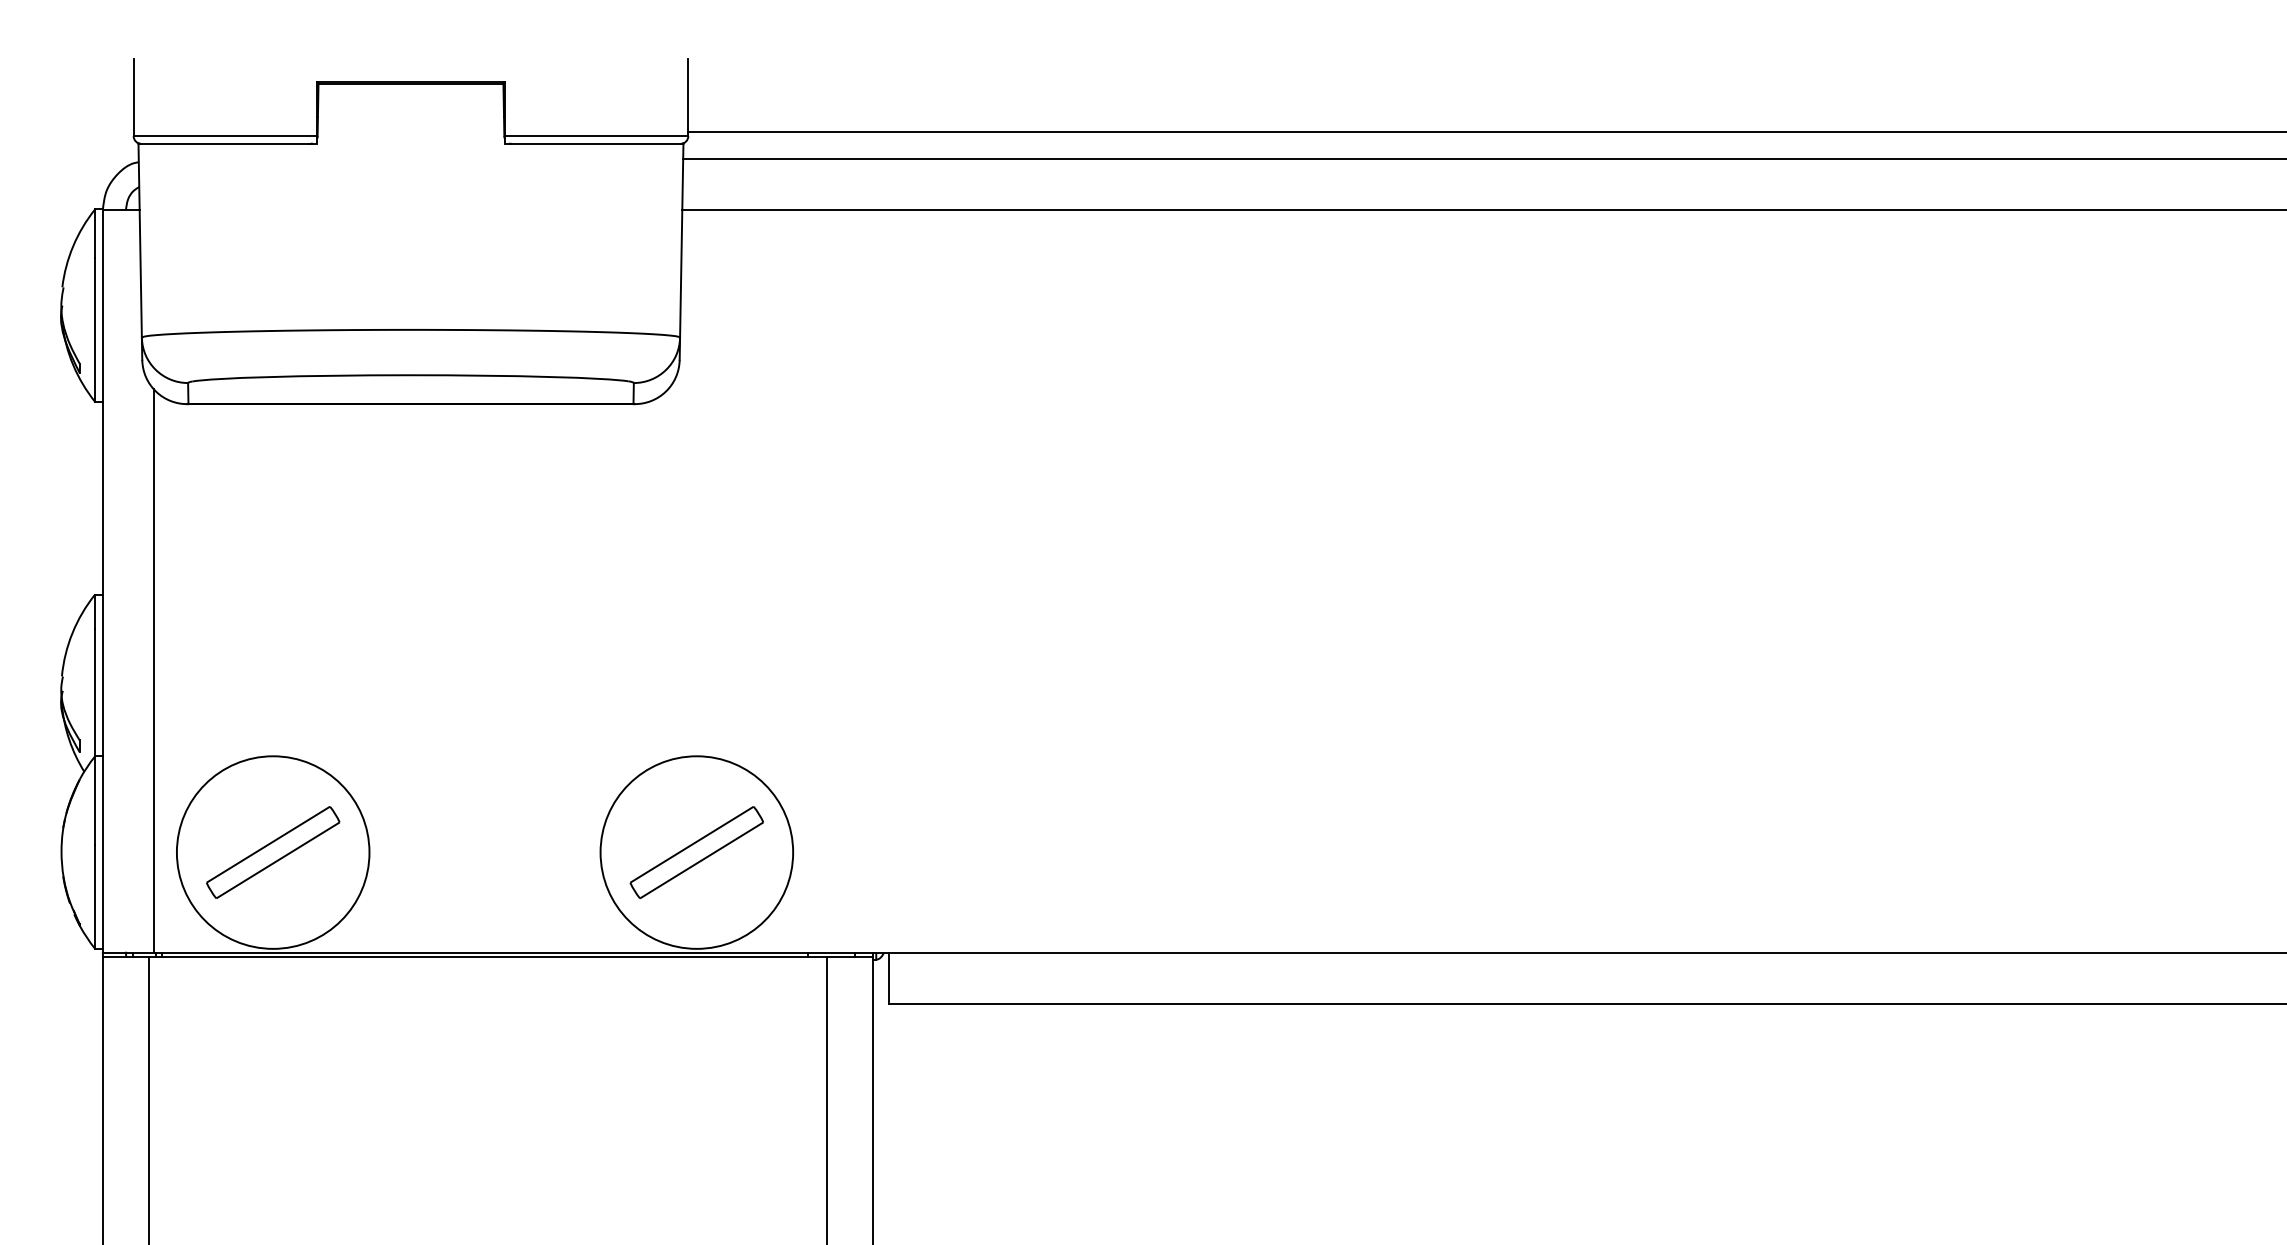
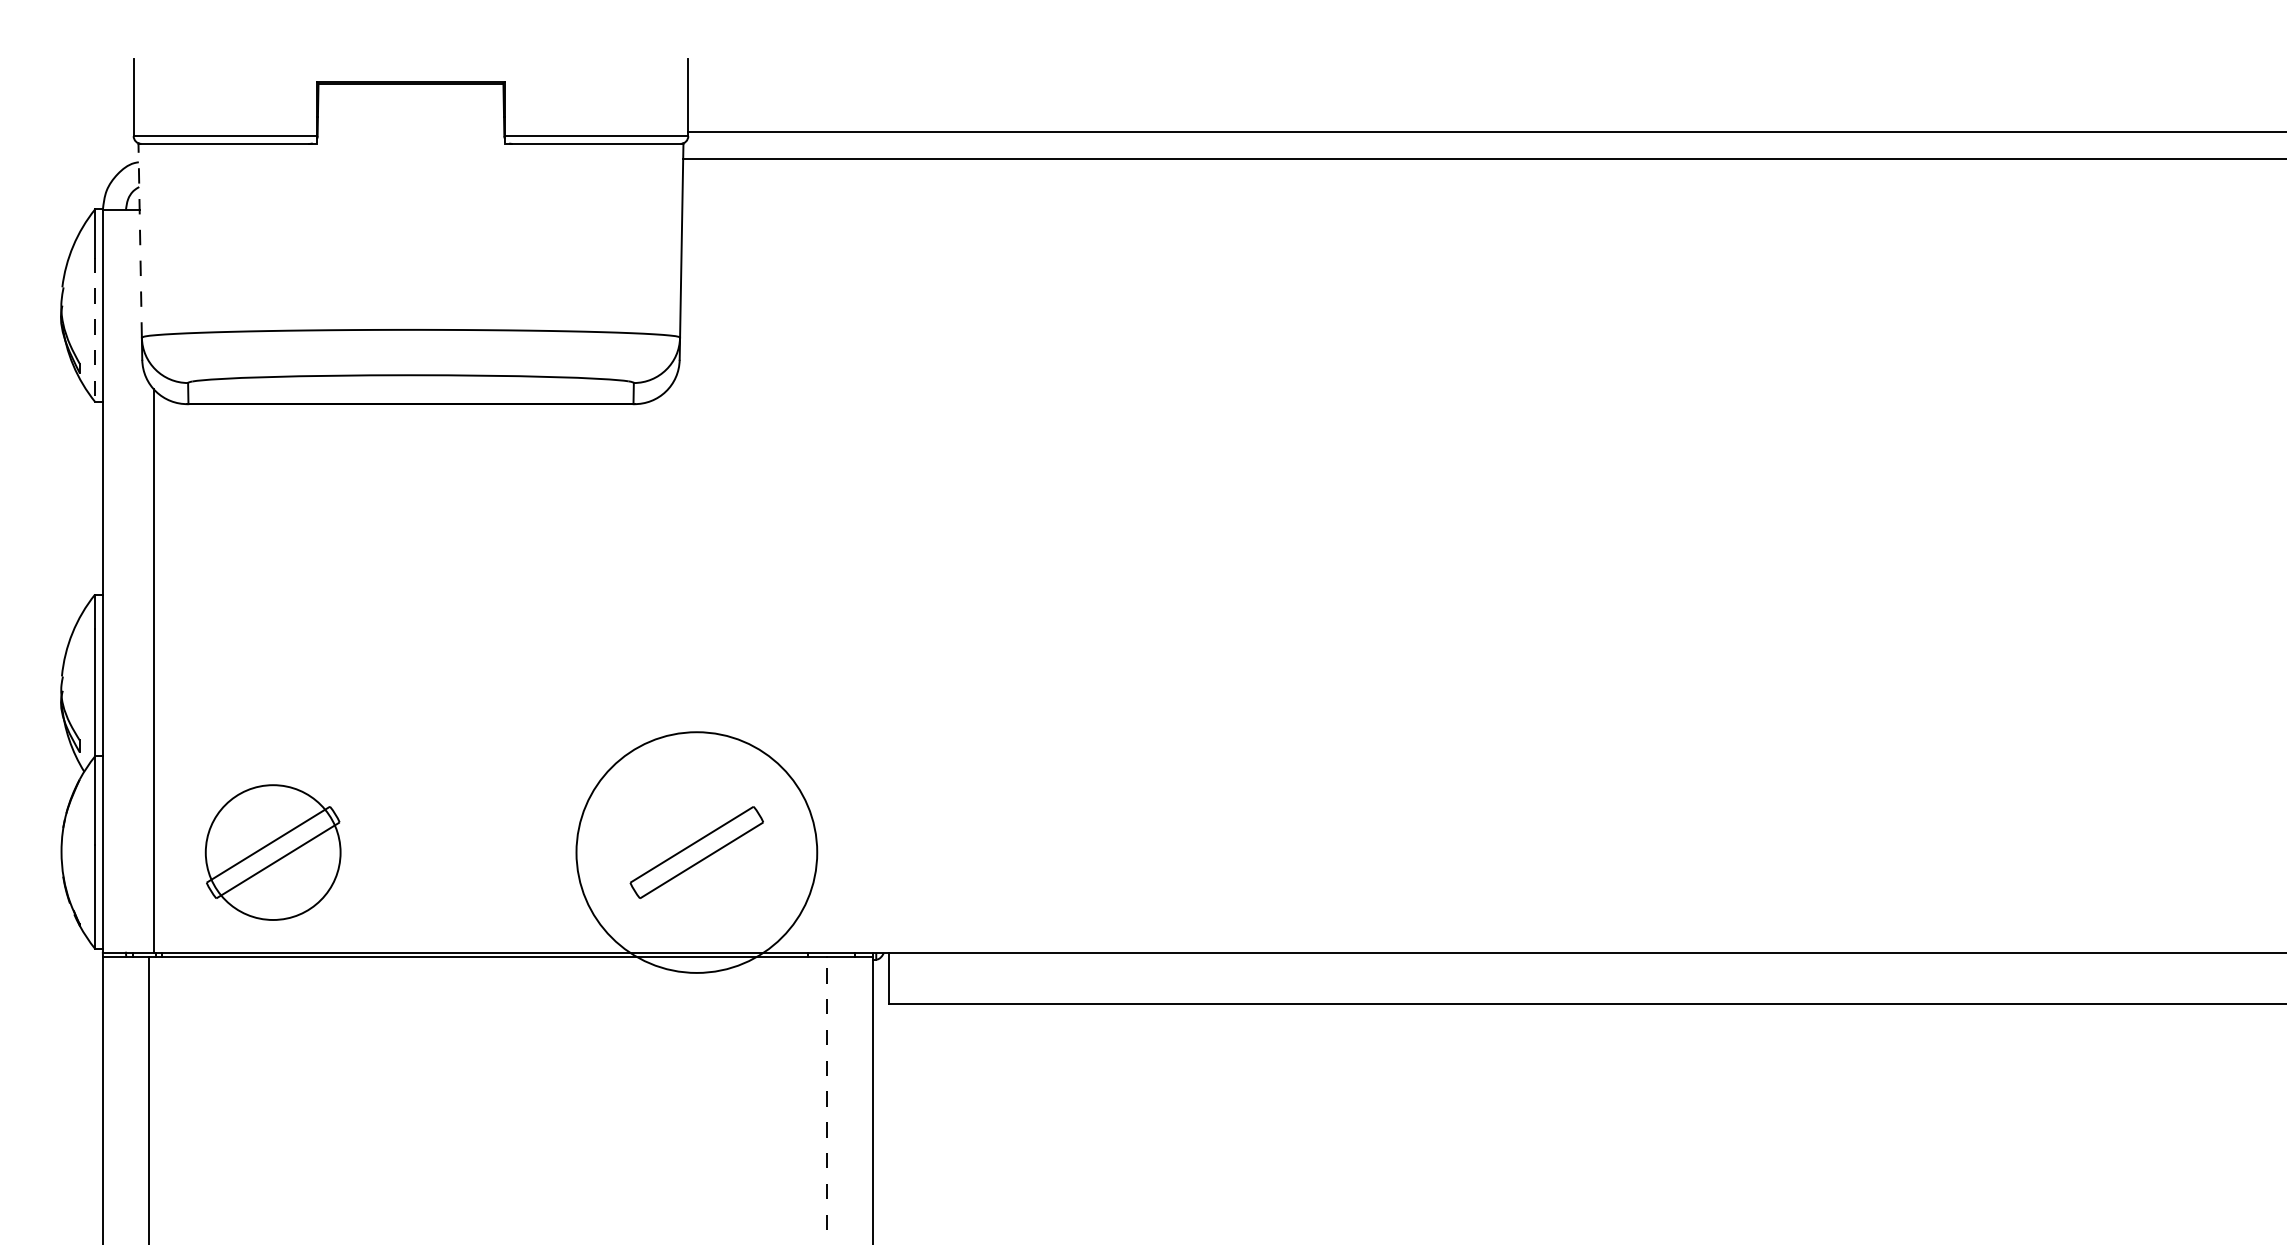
line at (1482, 210): present -> none
line at (140, 240): solid -> dashed
line at (95, 330): solid -> dashed
circle at (272, 852) diameter: 193 px -> 135 px
circle at (696, 852) diameter: 193 px -> 241 px
line at (826, 1100): solid -> dashed
